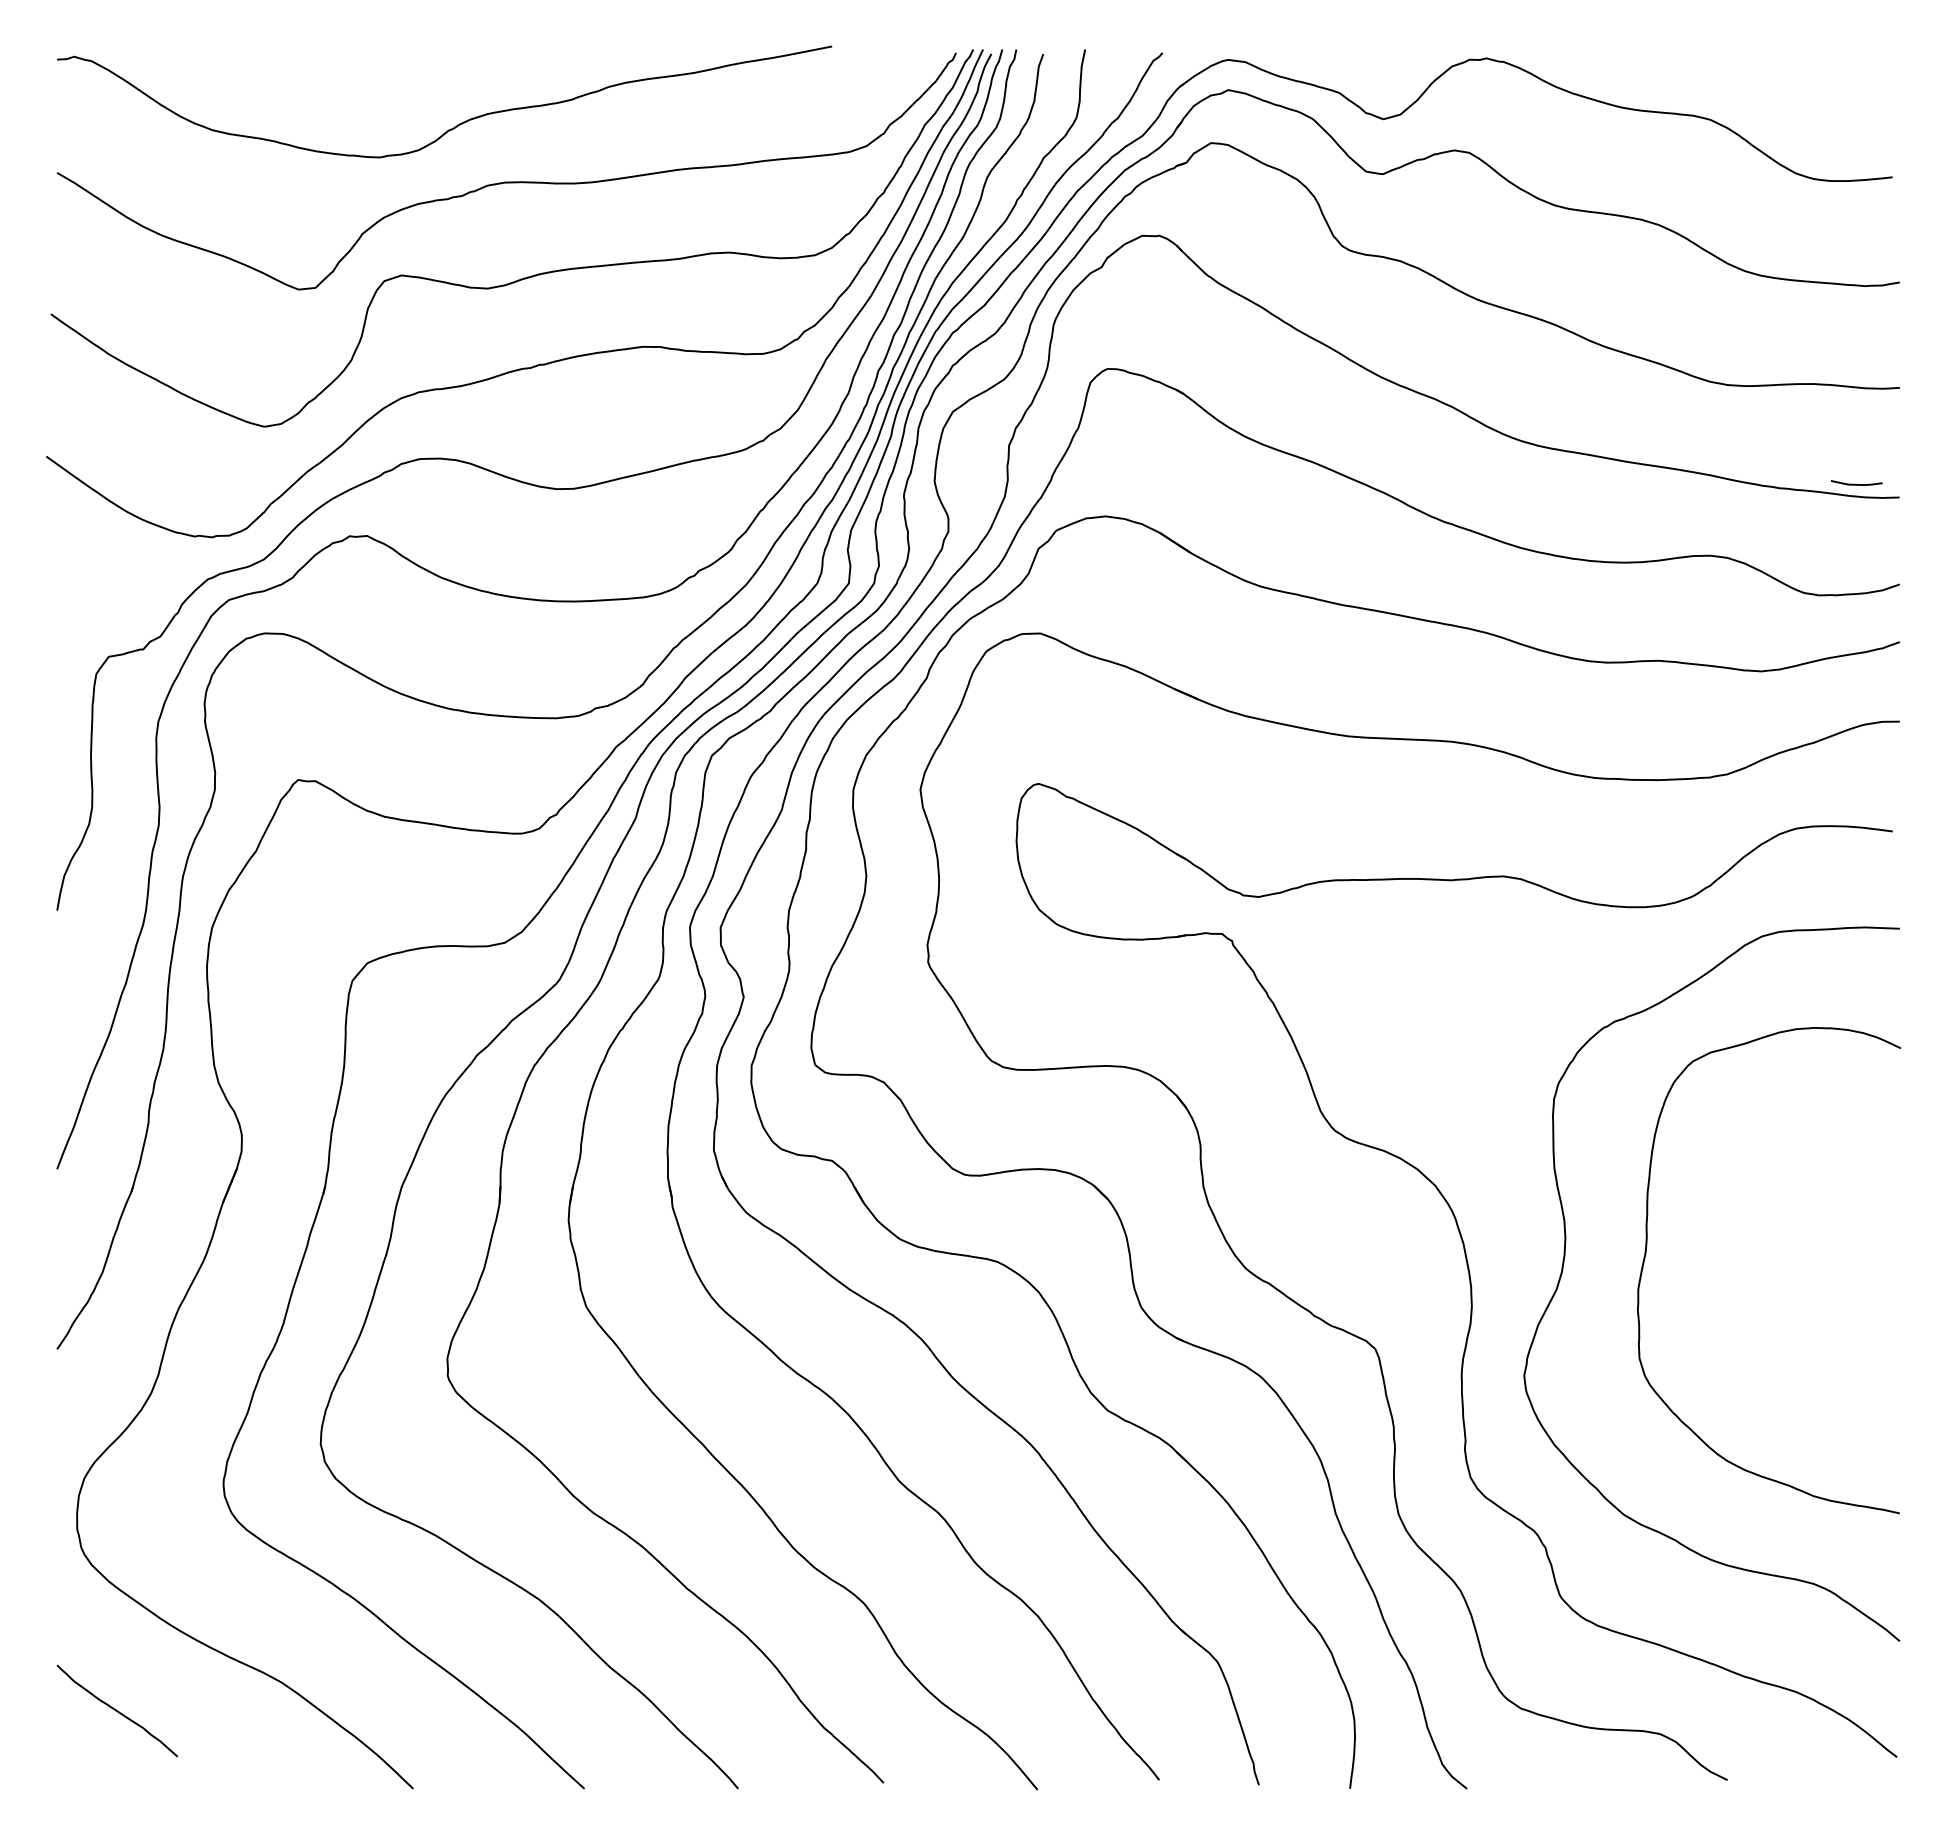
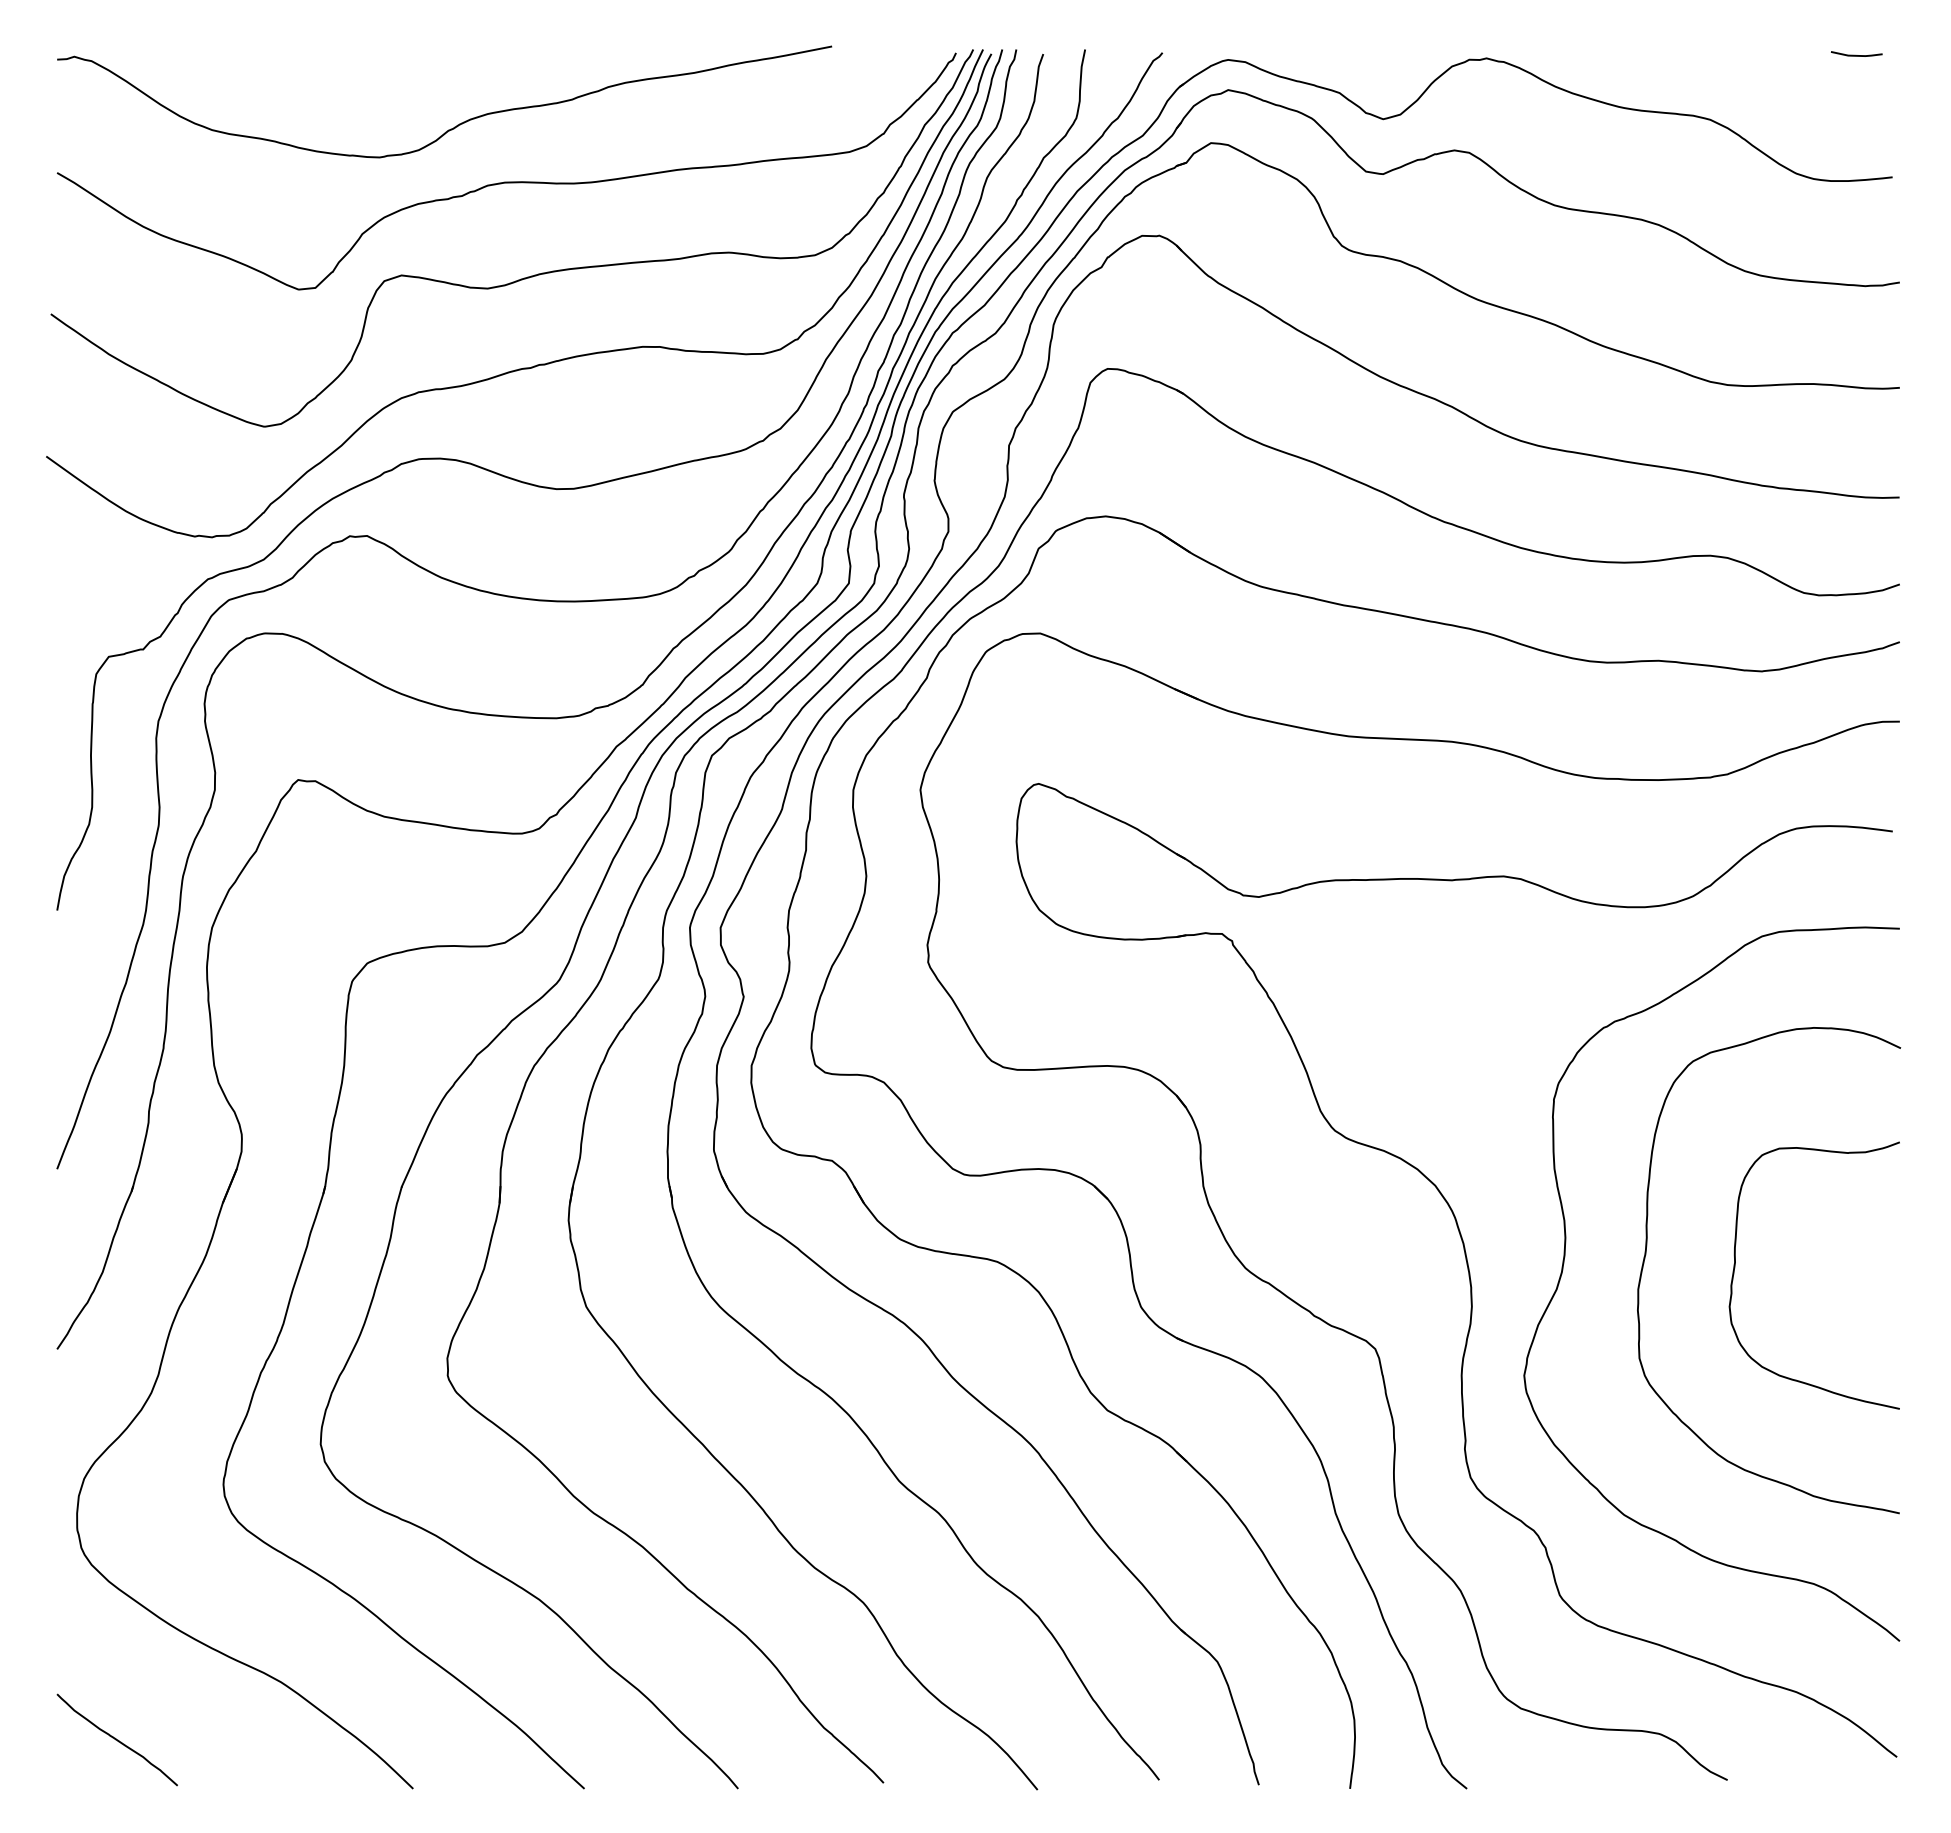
line at (1855, 483) position: (1855, 483) -> (1855, 54)
curve at (1735, 1268): none -> present
curve at (116, 1710) position: (116, 1710) -> (116, 1739)
